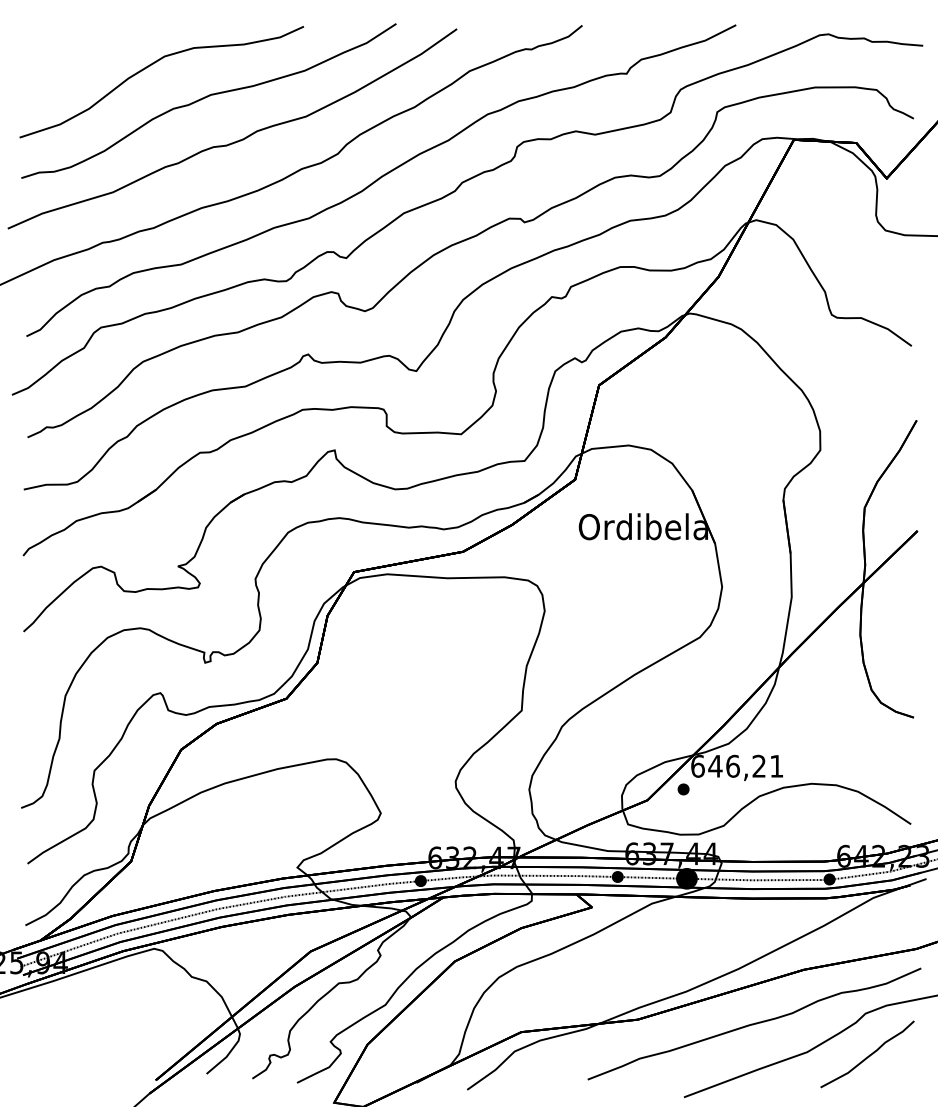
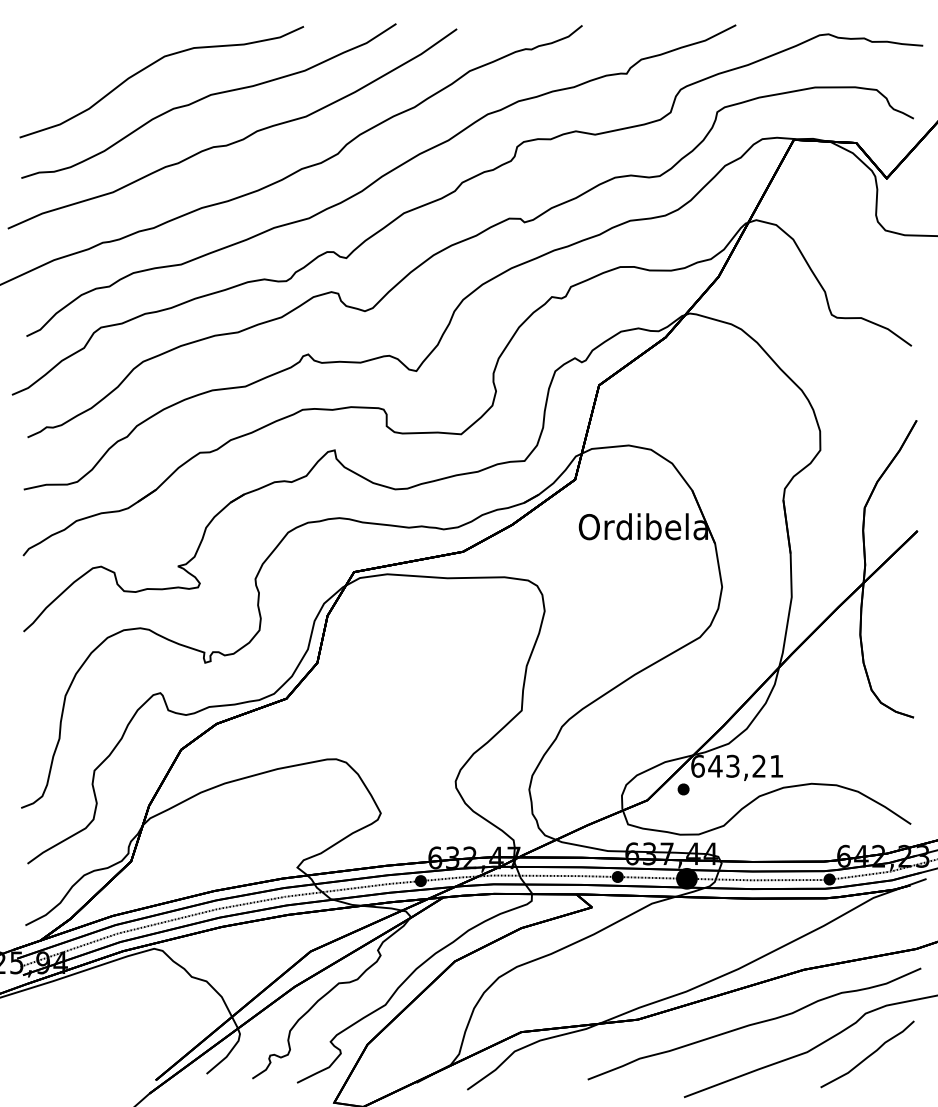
text at (732, 765): 646,21 -> 643,21
